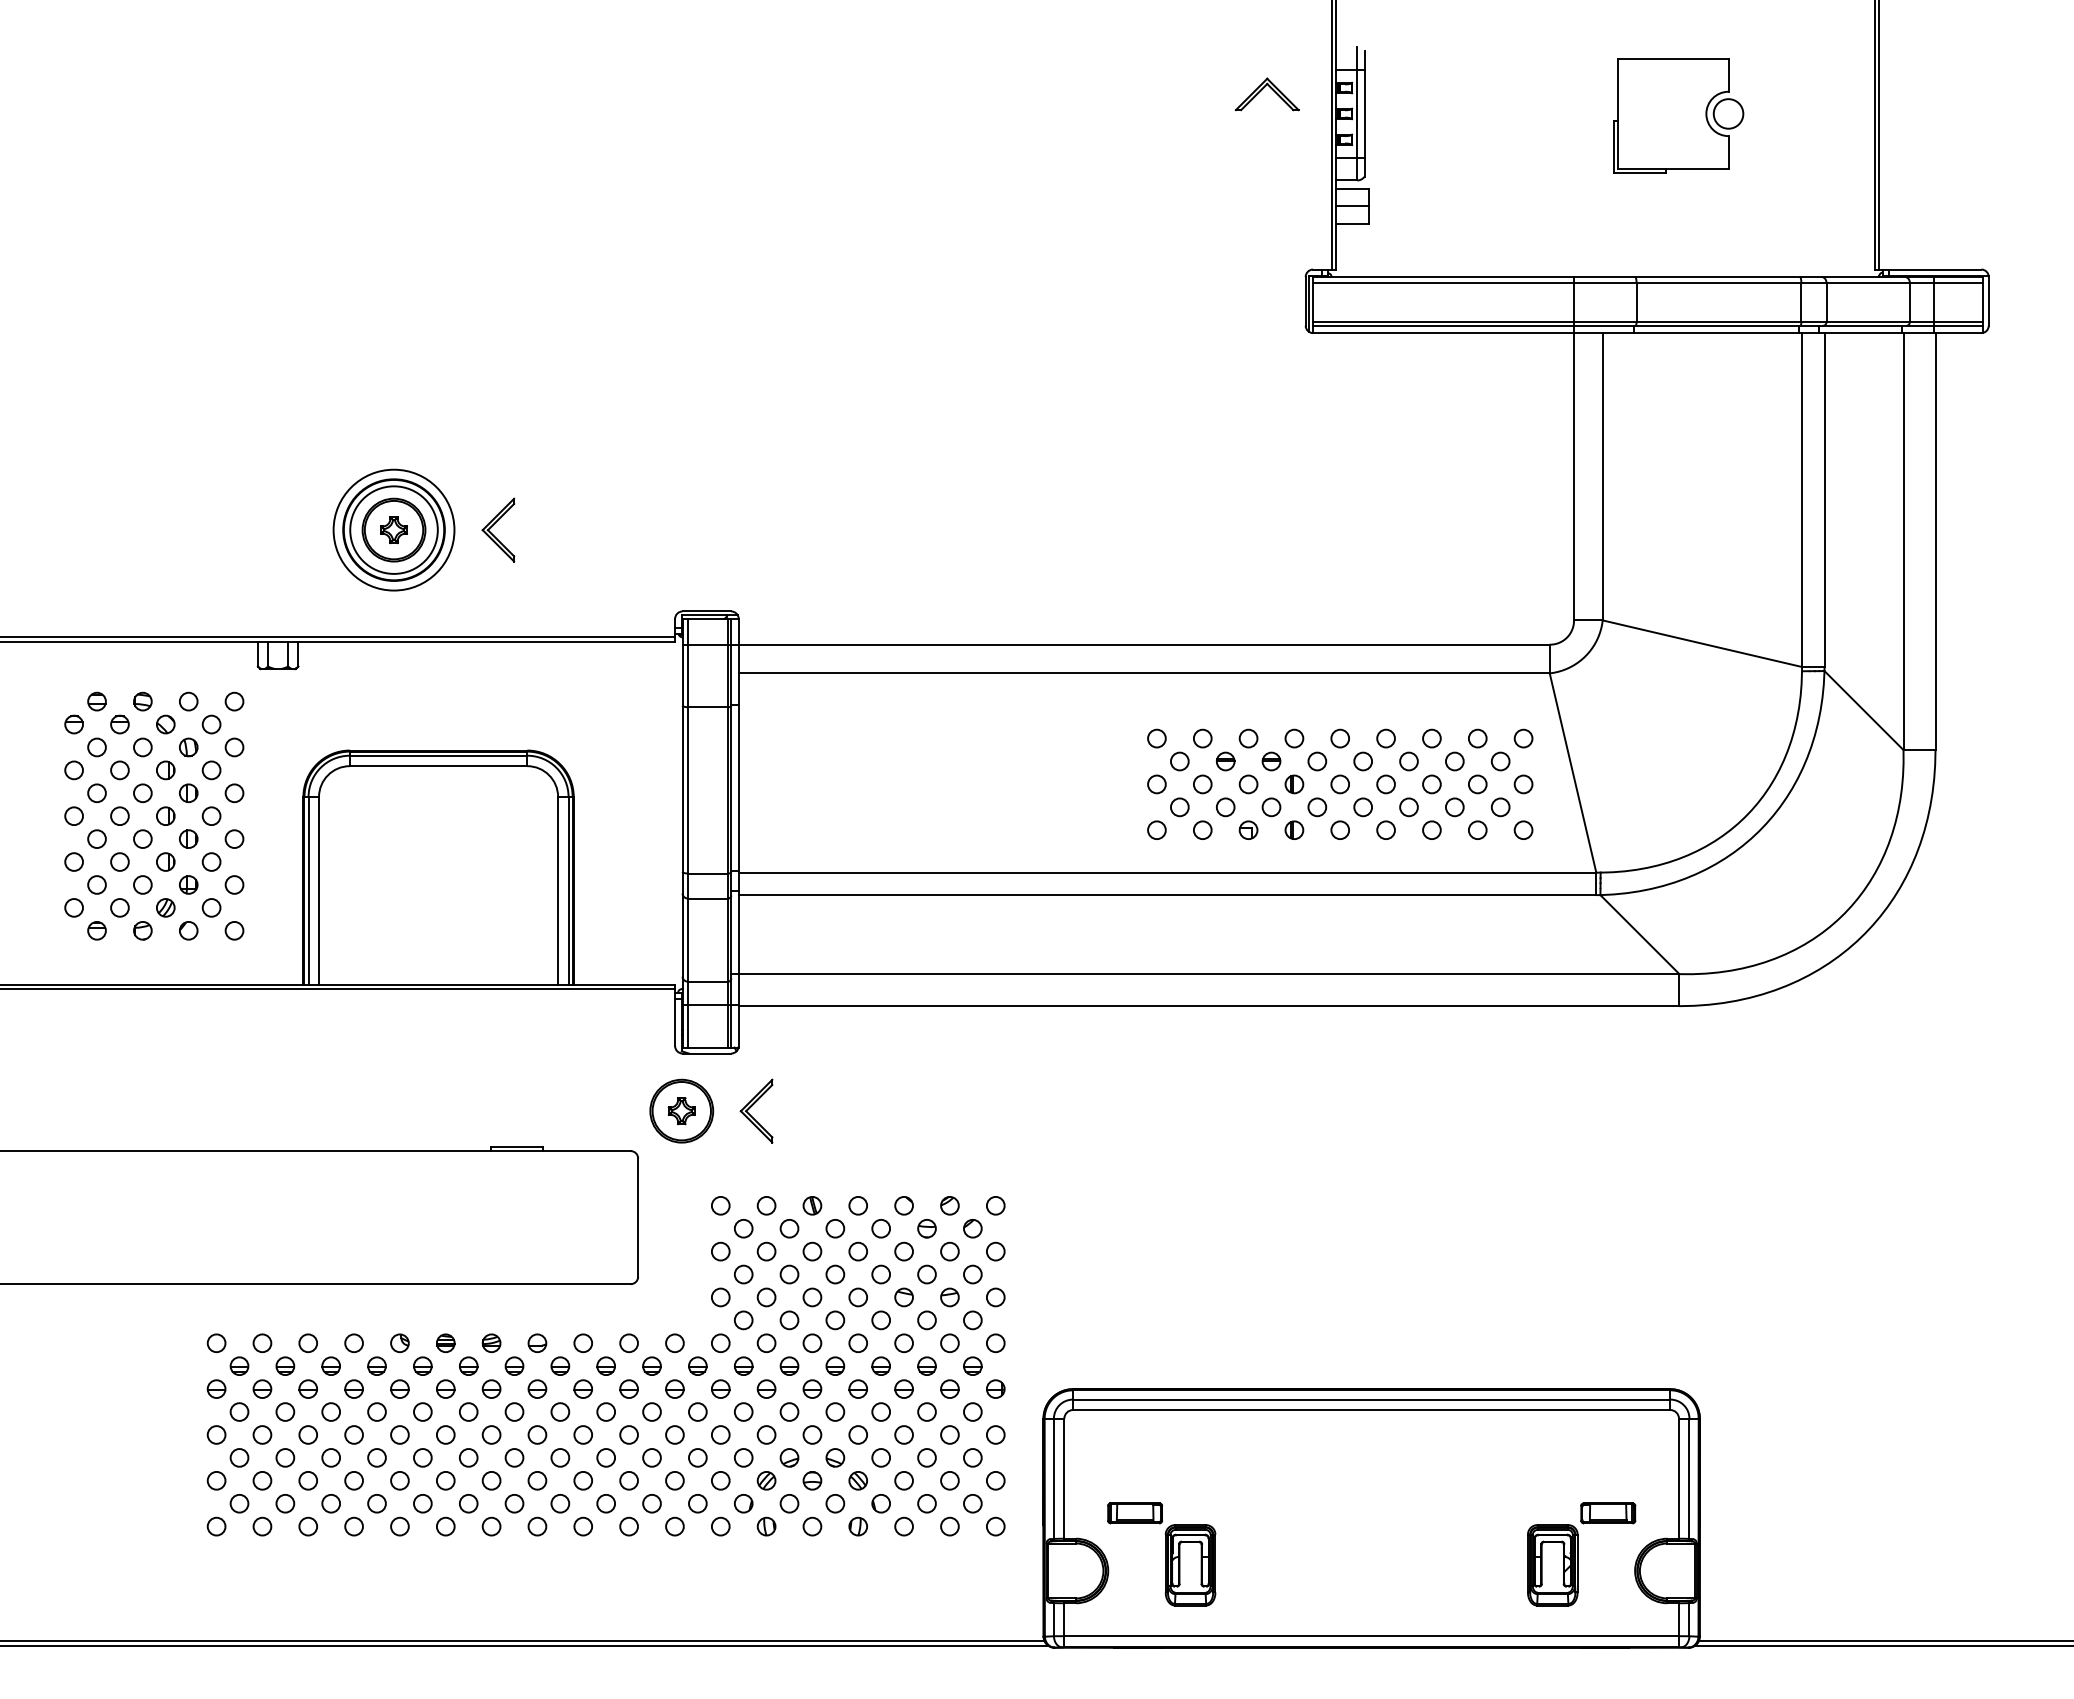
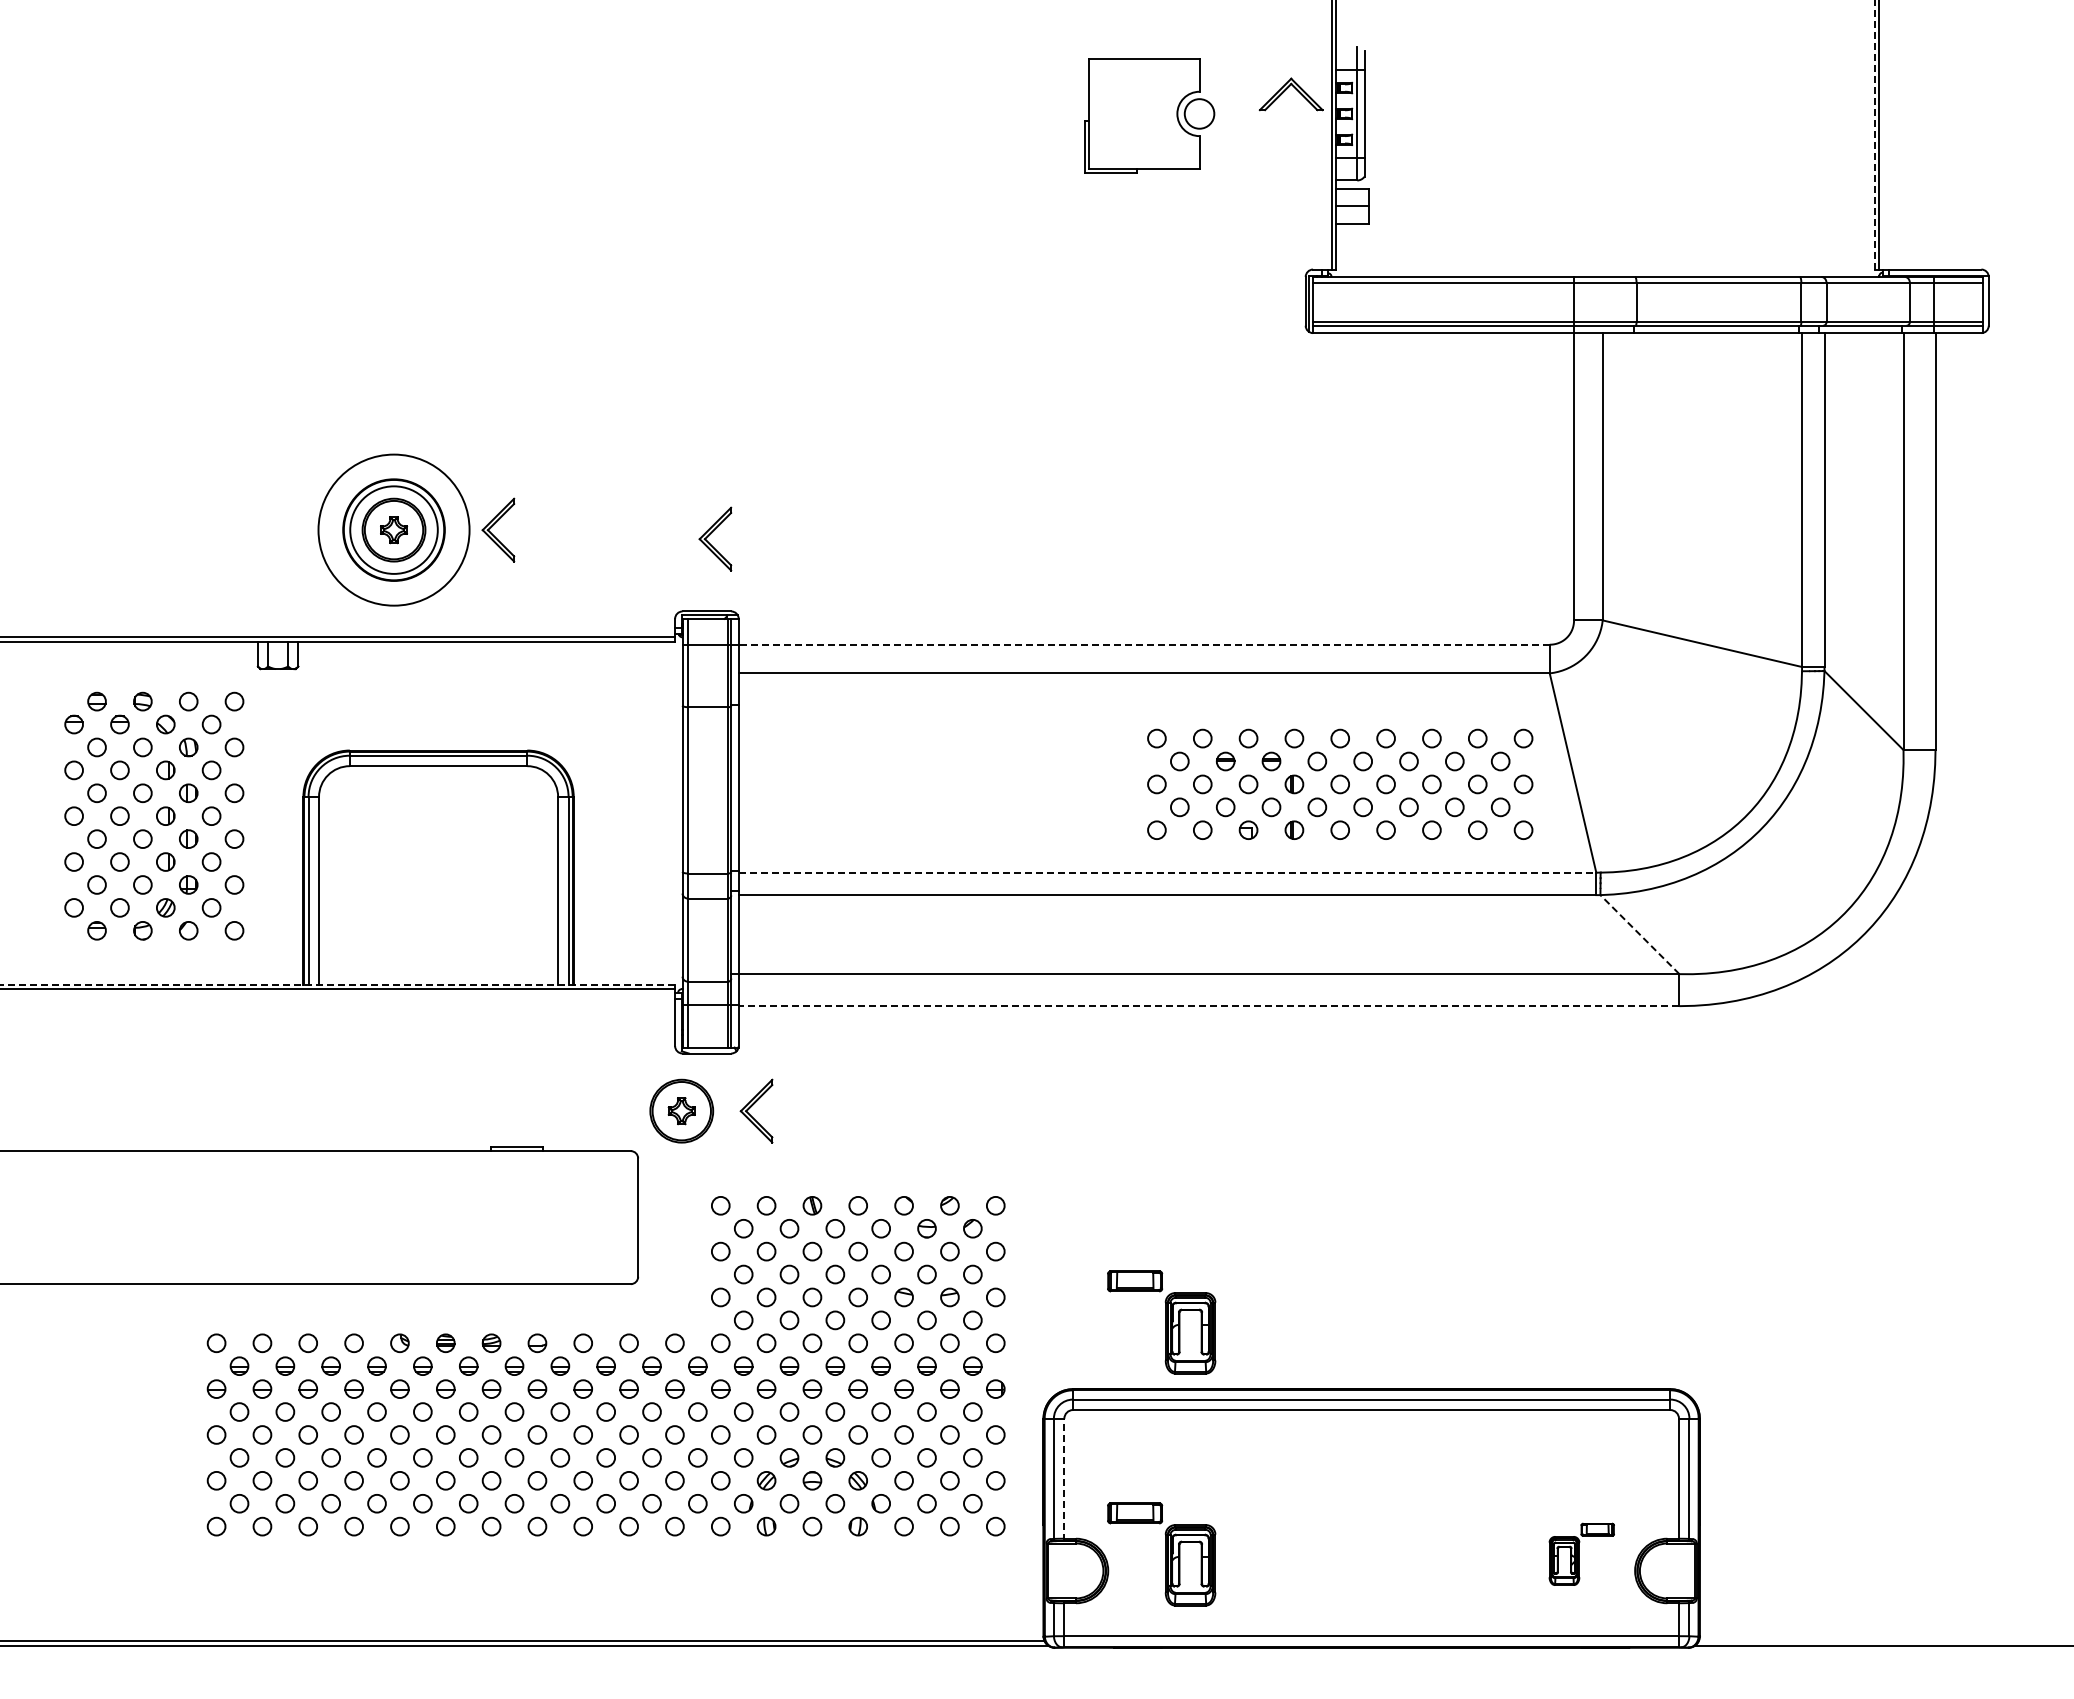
part at (1266, 94) position: (1266, 94) -> (1290, 94)
part at (1678, 115) position: (1678, 115) -> (1149, 115)
line at (1874, 134): solid -> dashed
circle at (393, 529) diameter: 121 px -> 151 px
part at (711, 533): none -> present
line at (1144, 644): solid -> dashed
line at (1167, 872): solid -> dashed
line at (1639, 934): solid -> dashed
line at (337, 984): solid -> dashed
line at (1208, 1006): solid -> dashed
part at (1161, 1322): none -> present
line at (1064, 1479): solid -> dashed
part at (1581, 1554) size: 110x105 px -> 67x64 px
line at (1884, 1641): present -> none
